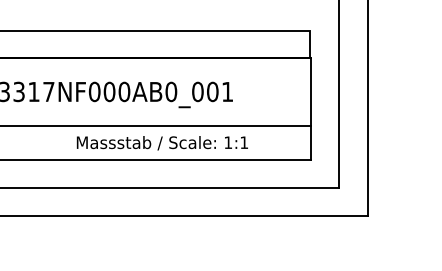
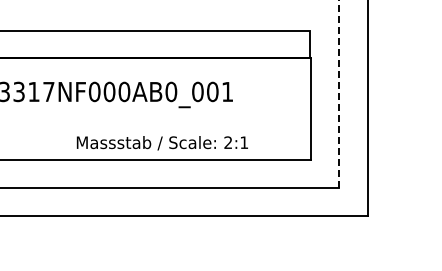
line at (339, 93): solid -> dashed
line at (156, 125): present -> none
text at (227, 142): 1:1 -> 2:1
